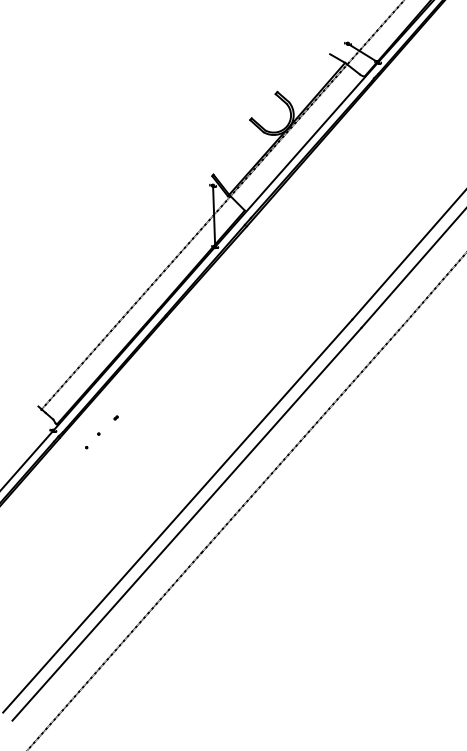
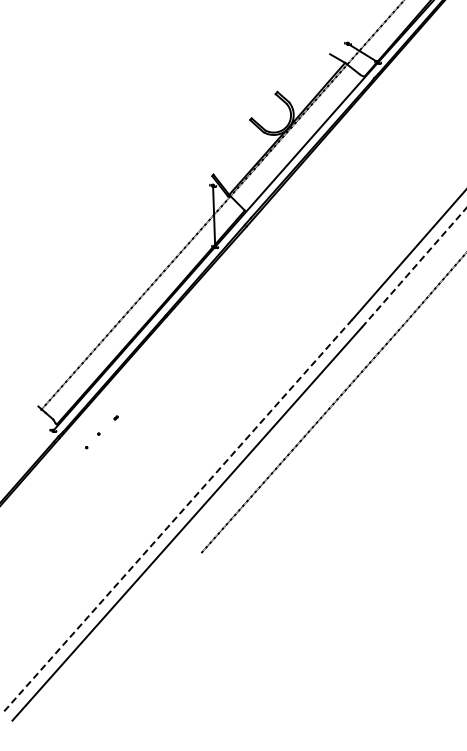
line at (414, 267): solid -> dashed
line at (27, 459): present -> none
line at (177, 516): solid -> dashed
line at (115, 649): present -> none
